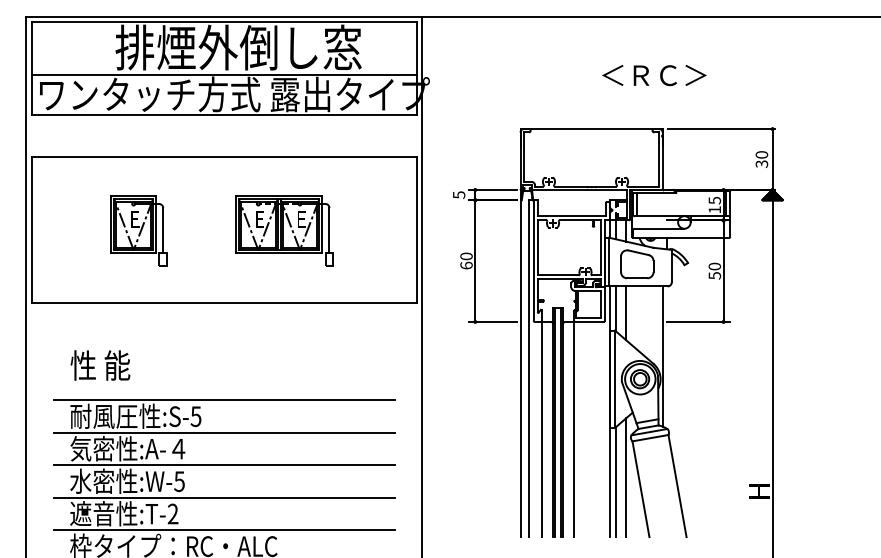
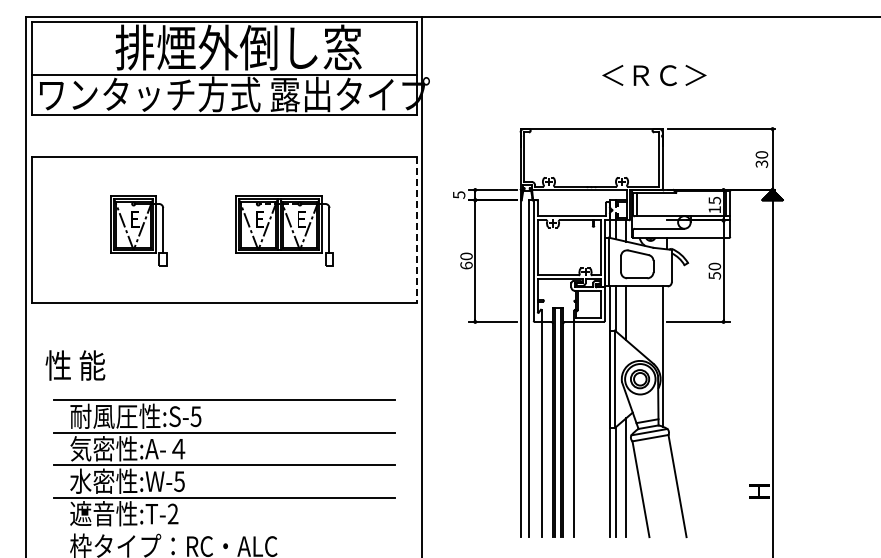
line at (417, 230): solid -> dashed
text at (100, 365) position: (100, 365) -> (75, 365)
line at (224, 530): present -> none
